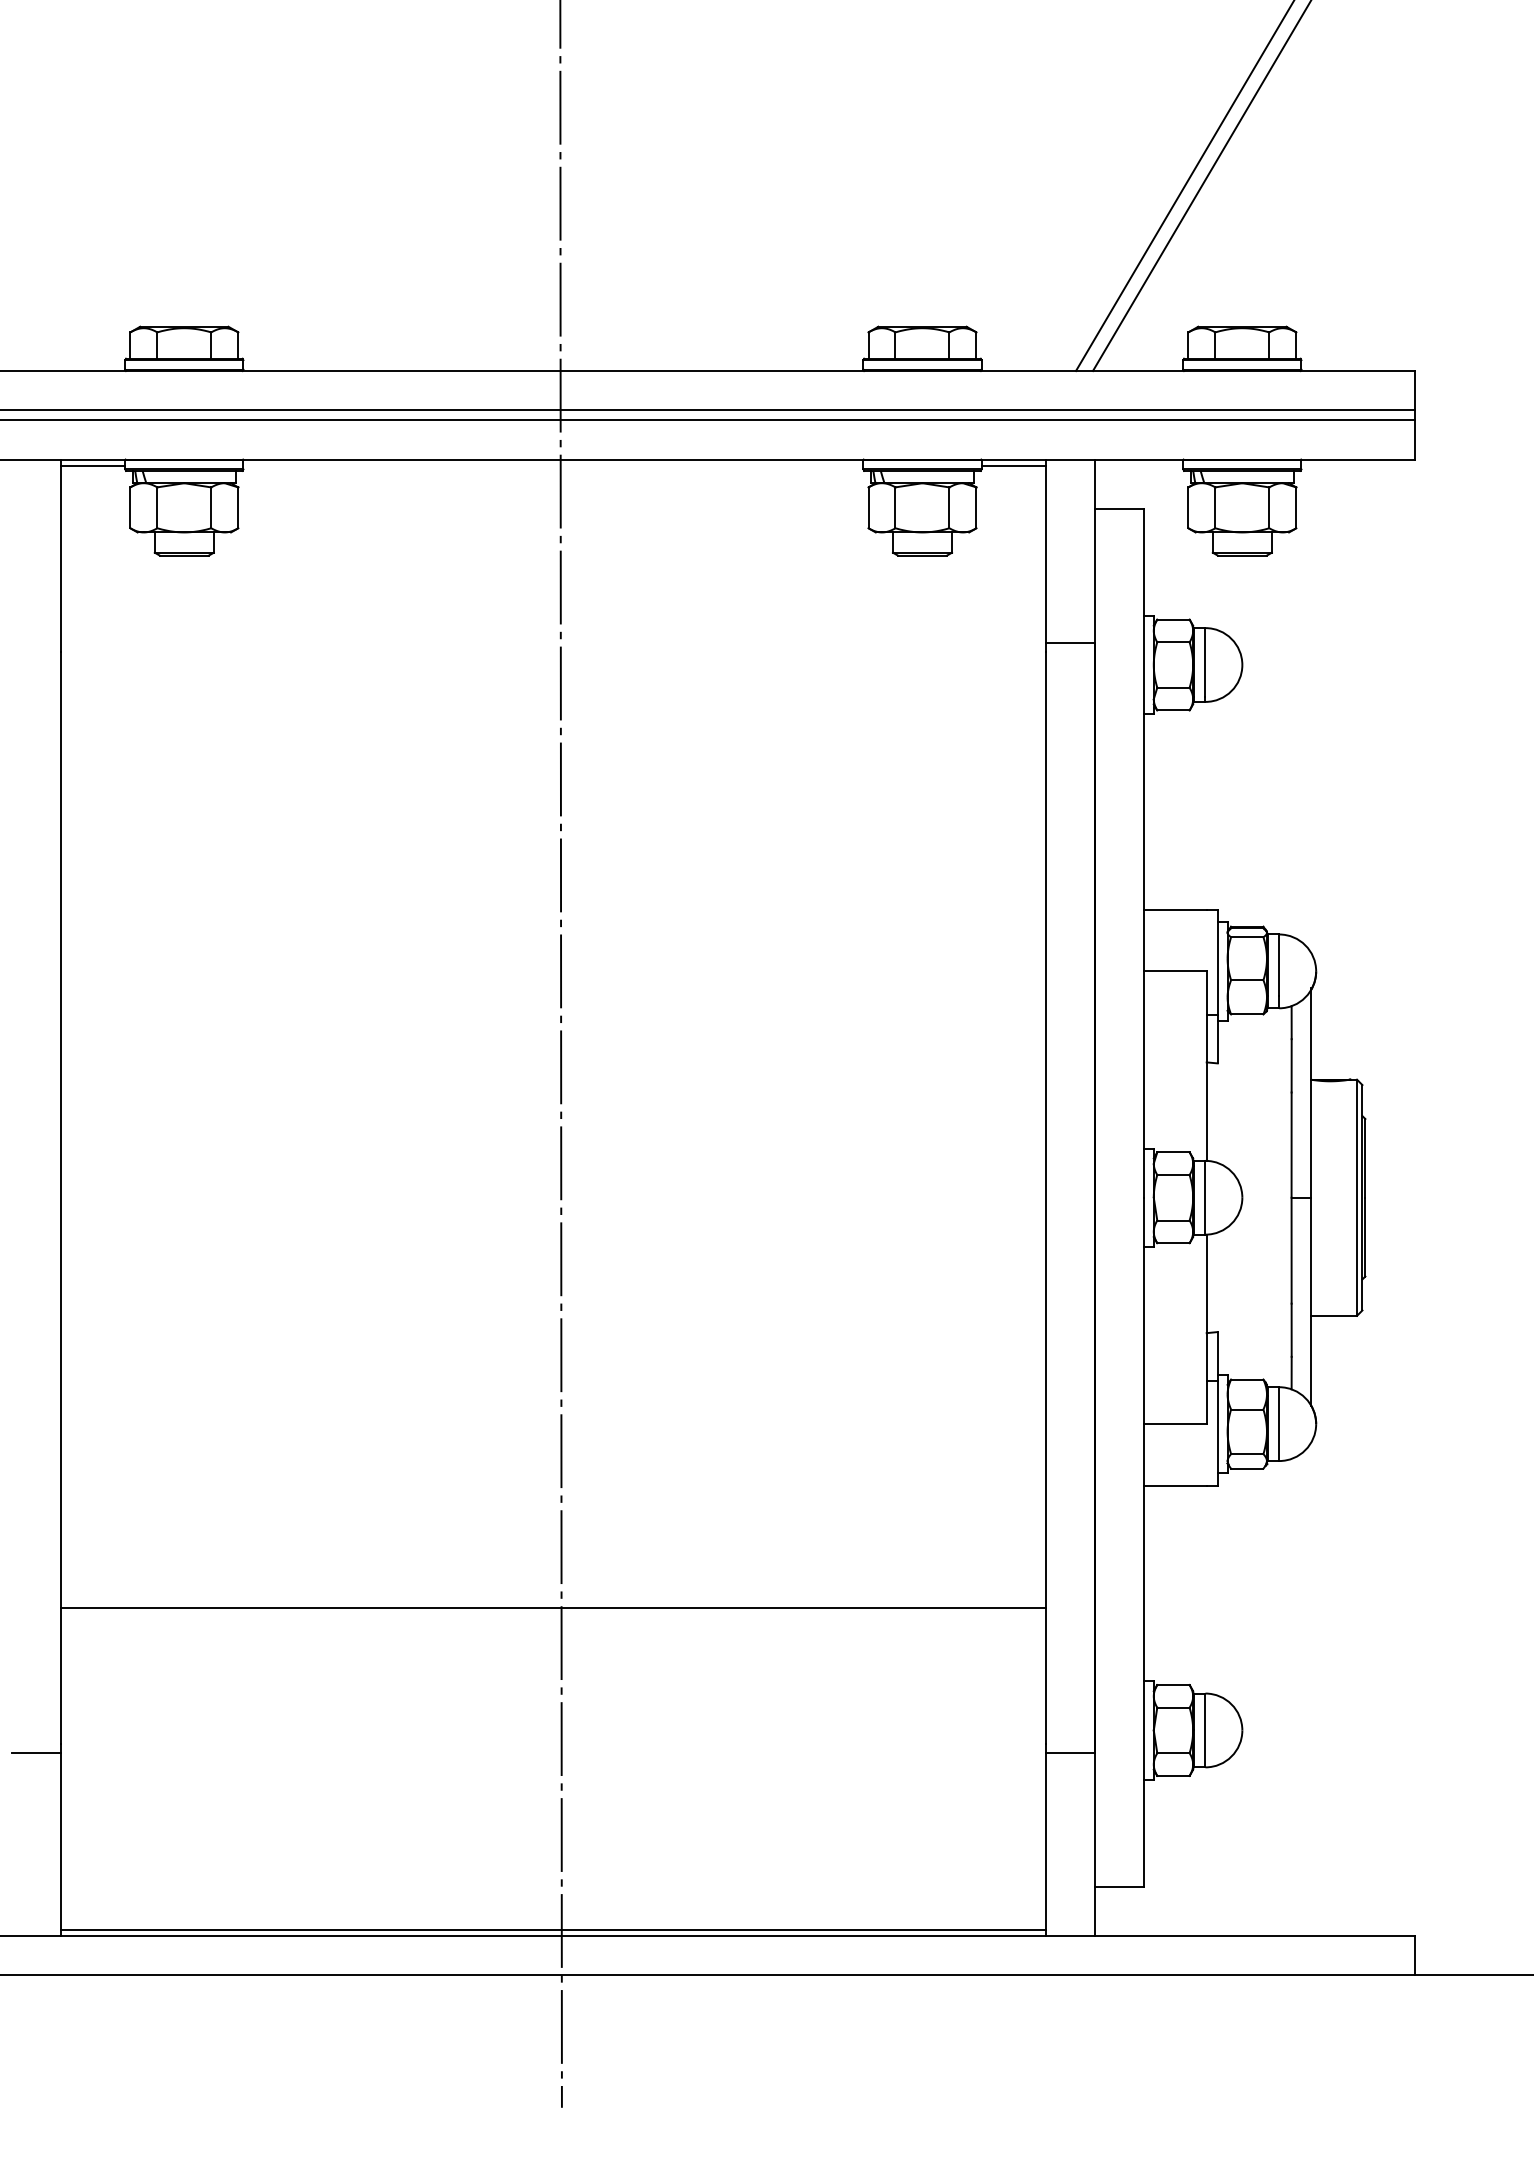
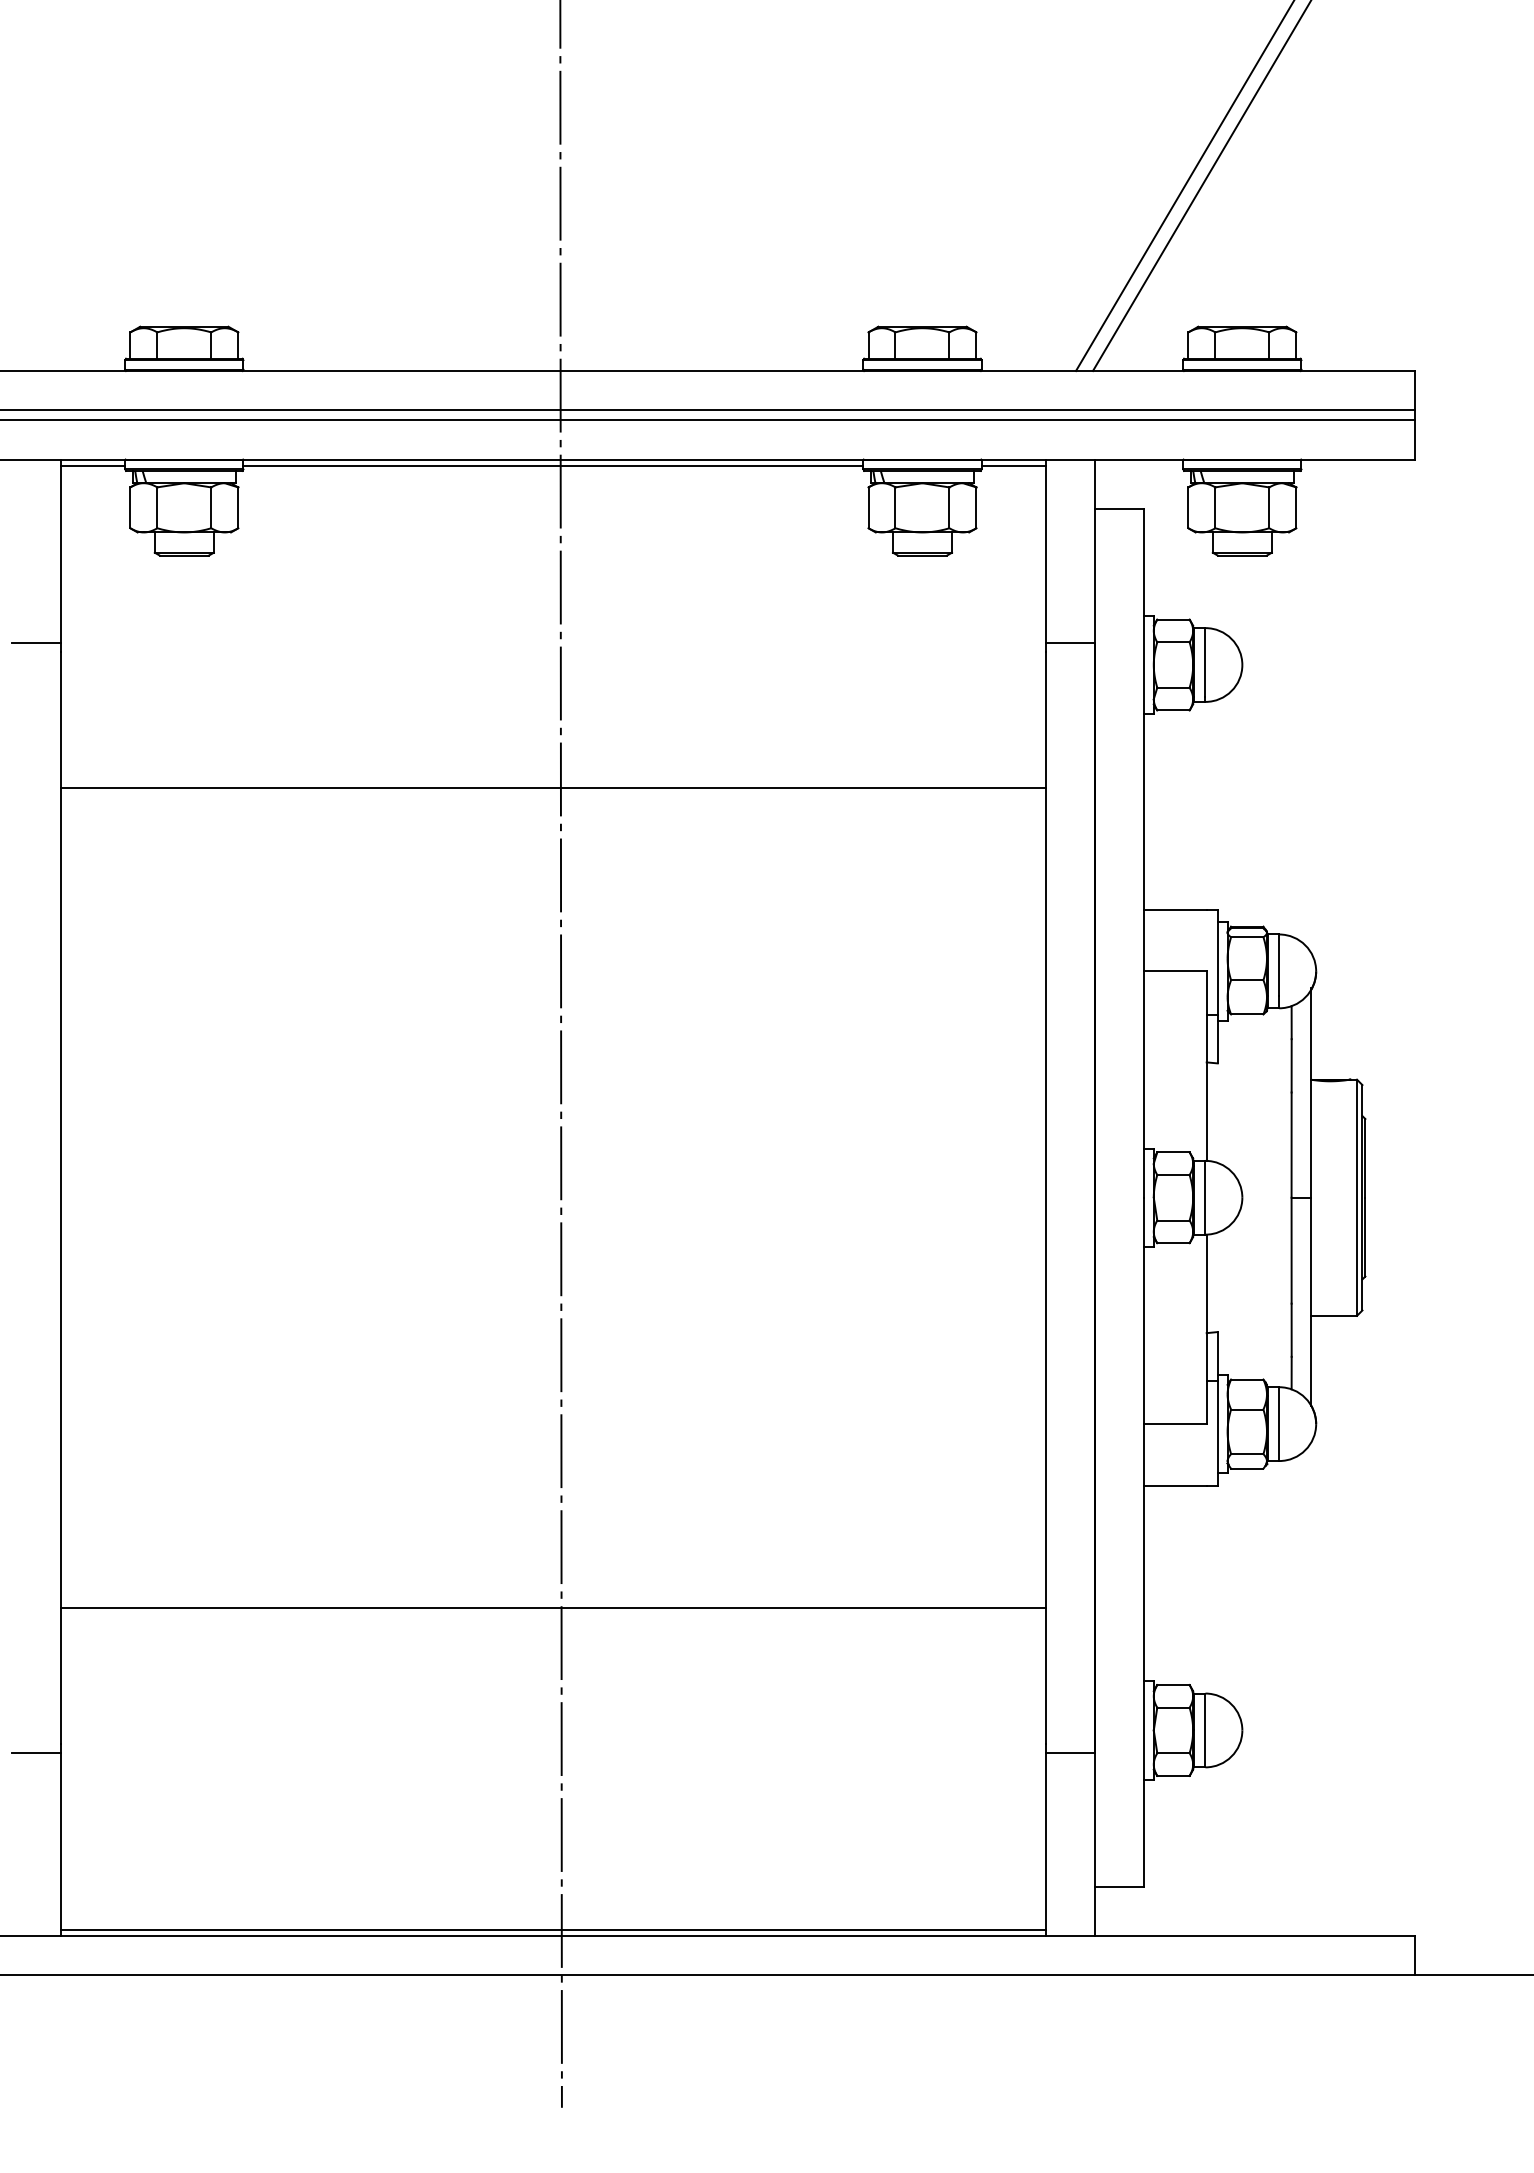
line at (553, 465): none -> present
line at (36, 642): none -> present
line at (553, 787): none -> present
